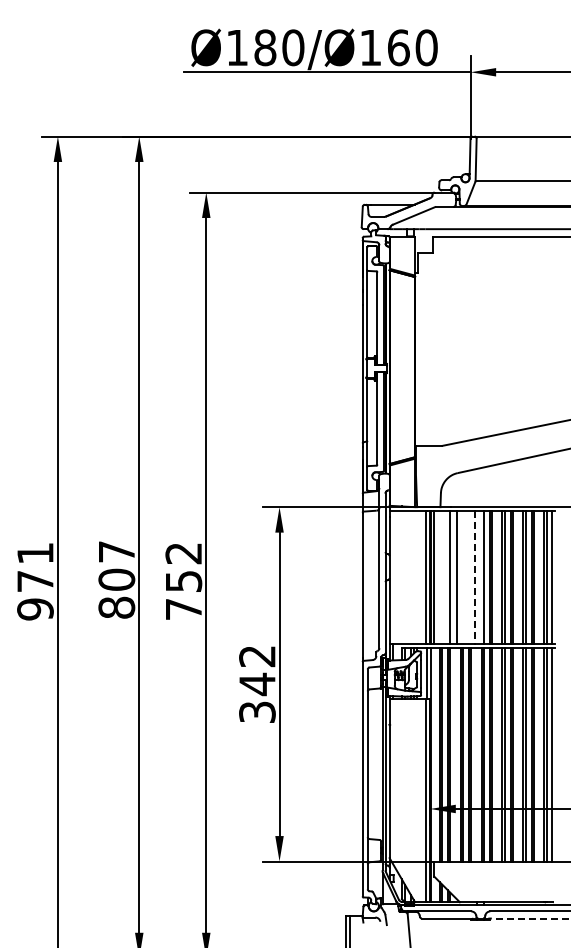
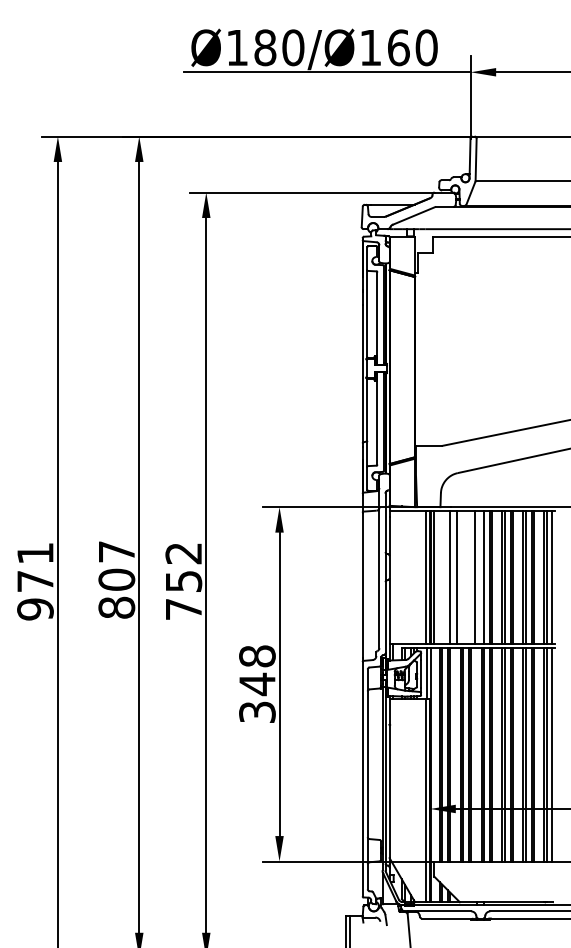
line at (474, 577): dashed -> solid
text at (257, 656): 342 -> 348
line at (530, 918): dashed -> solid
